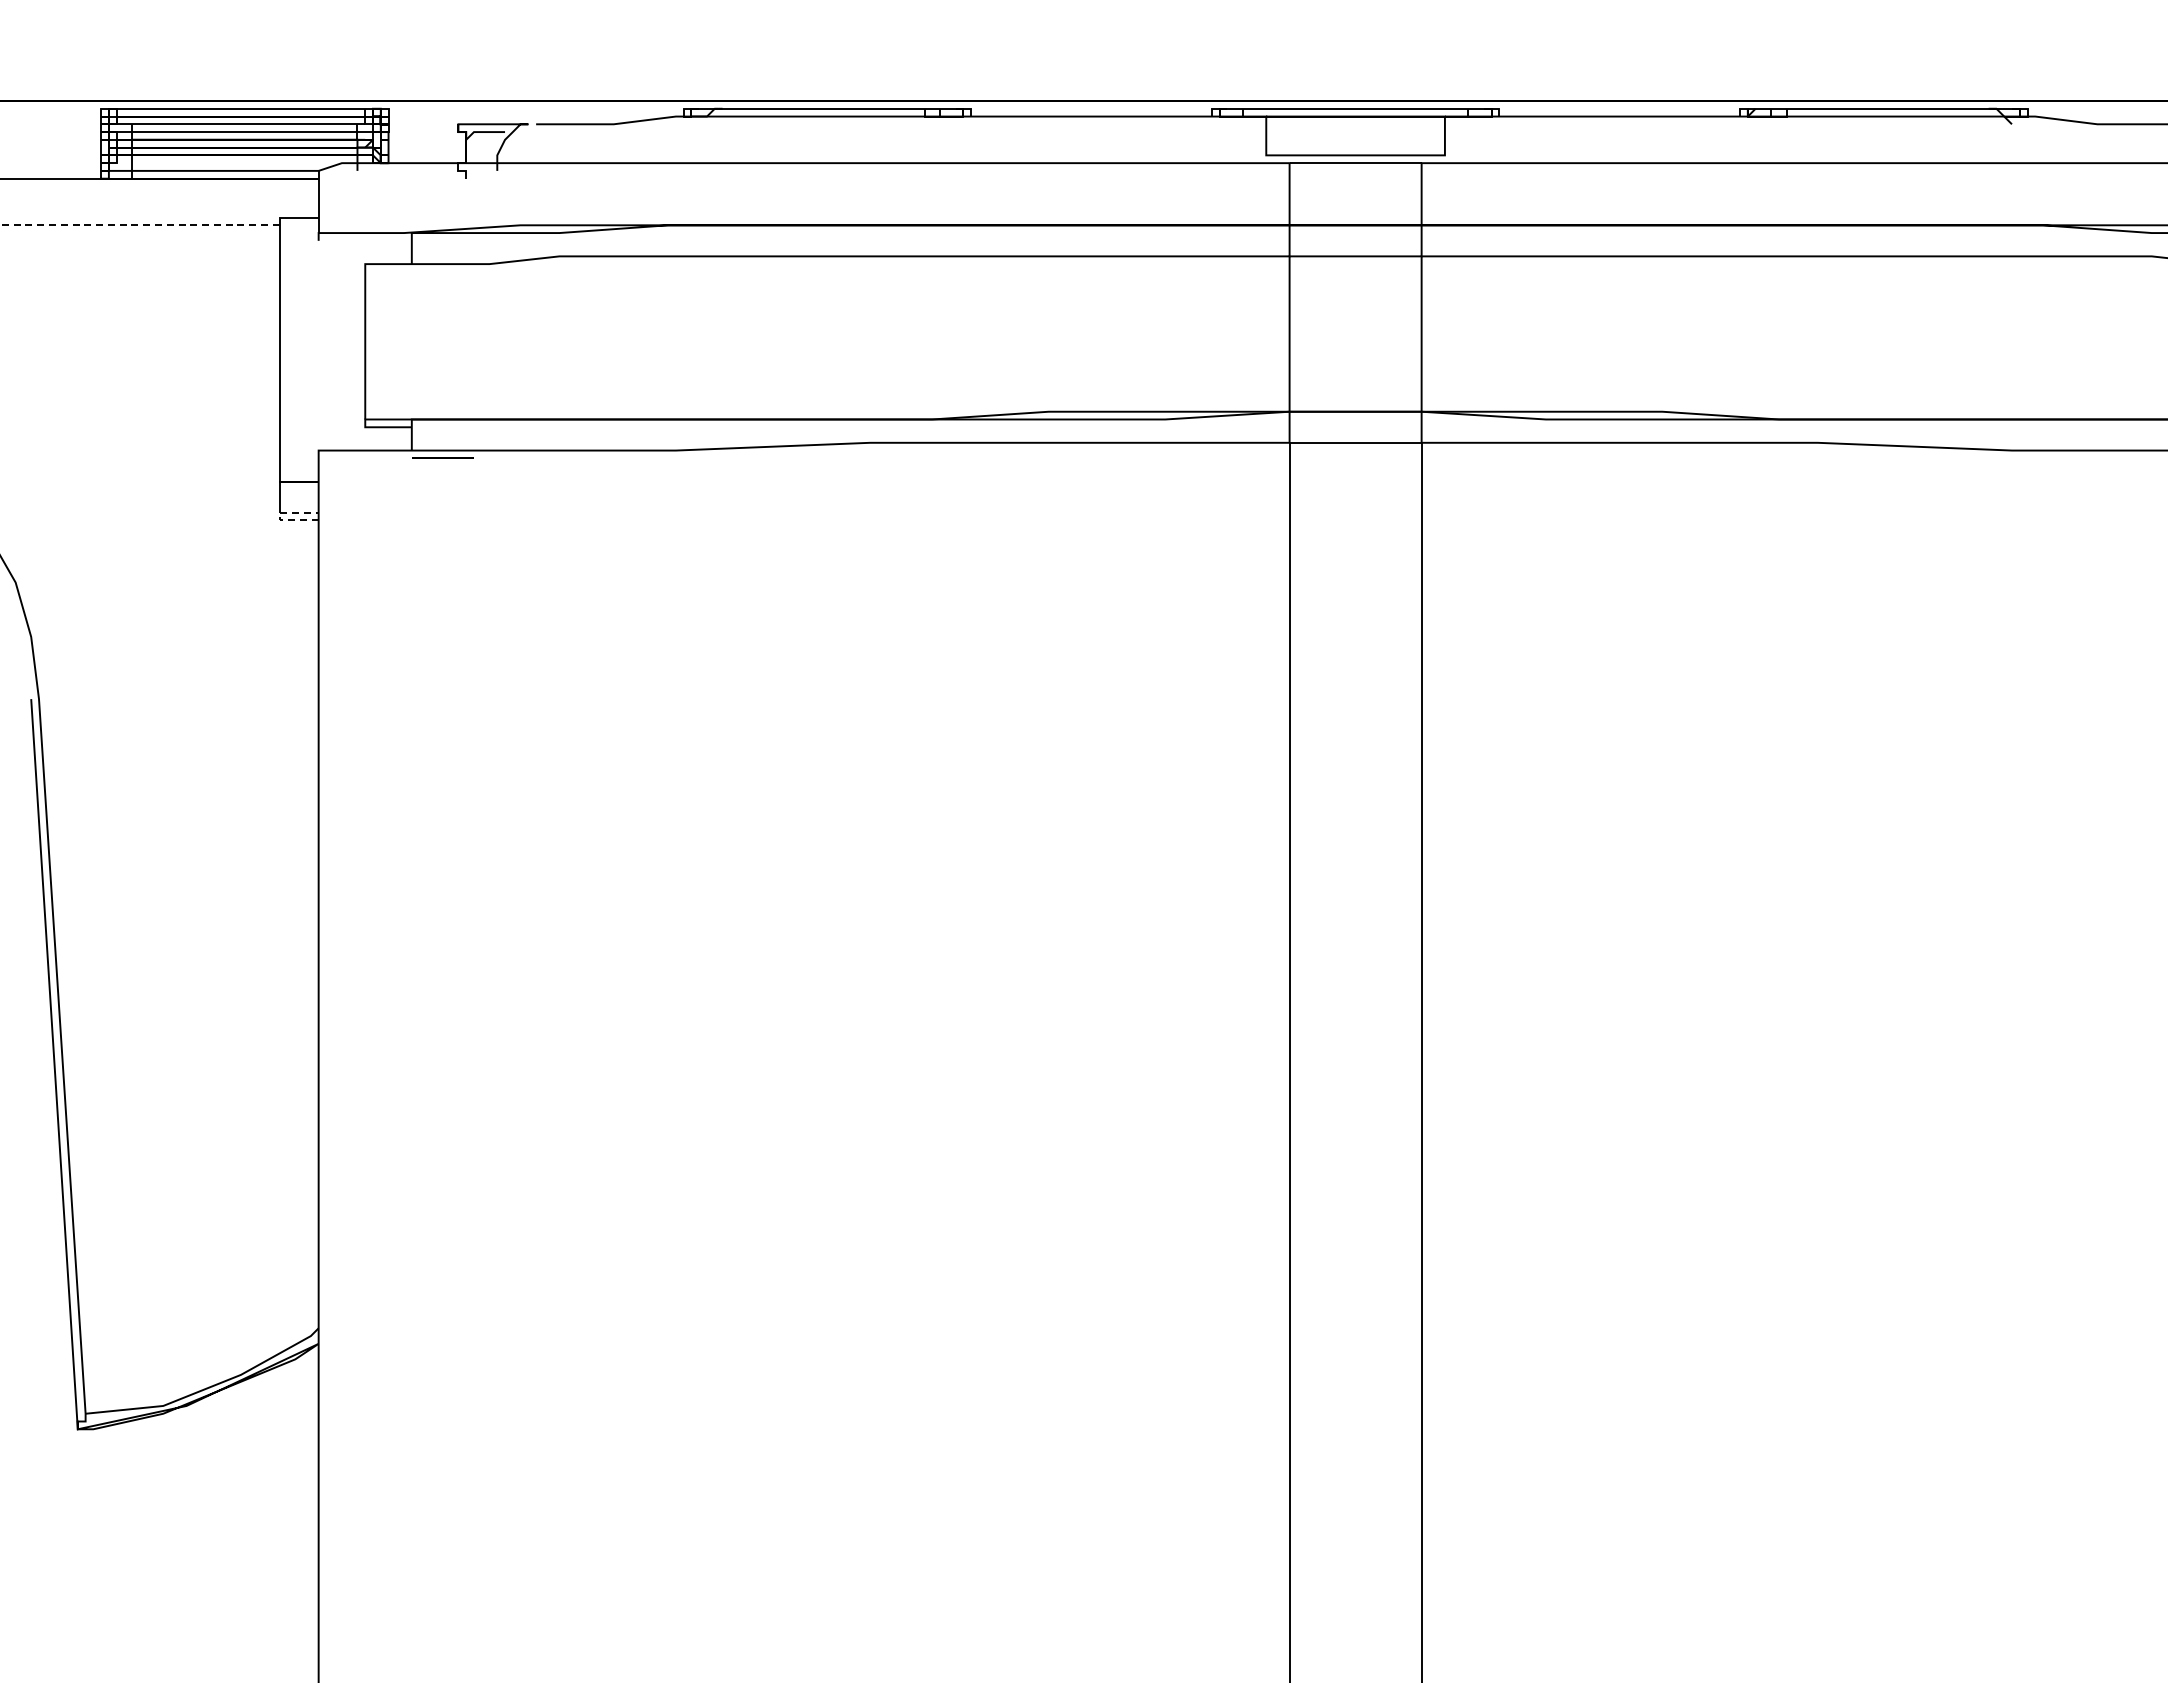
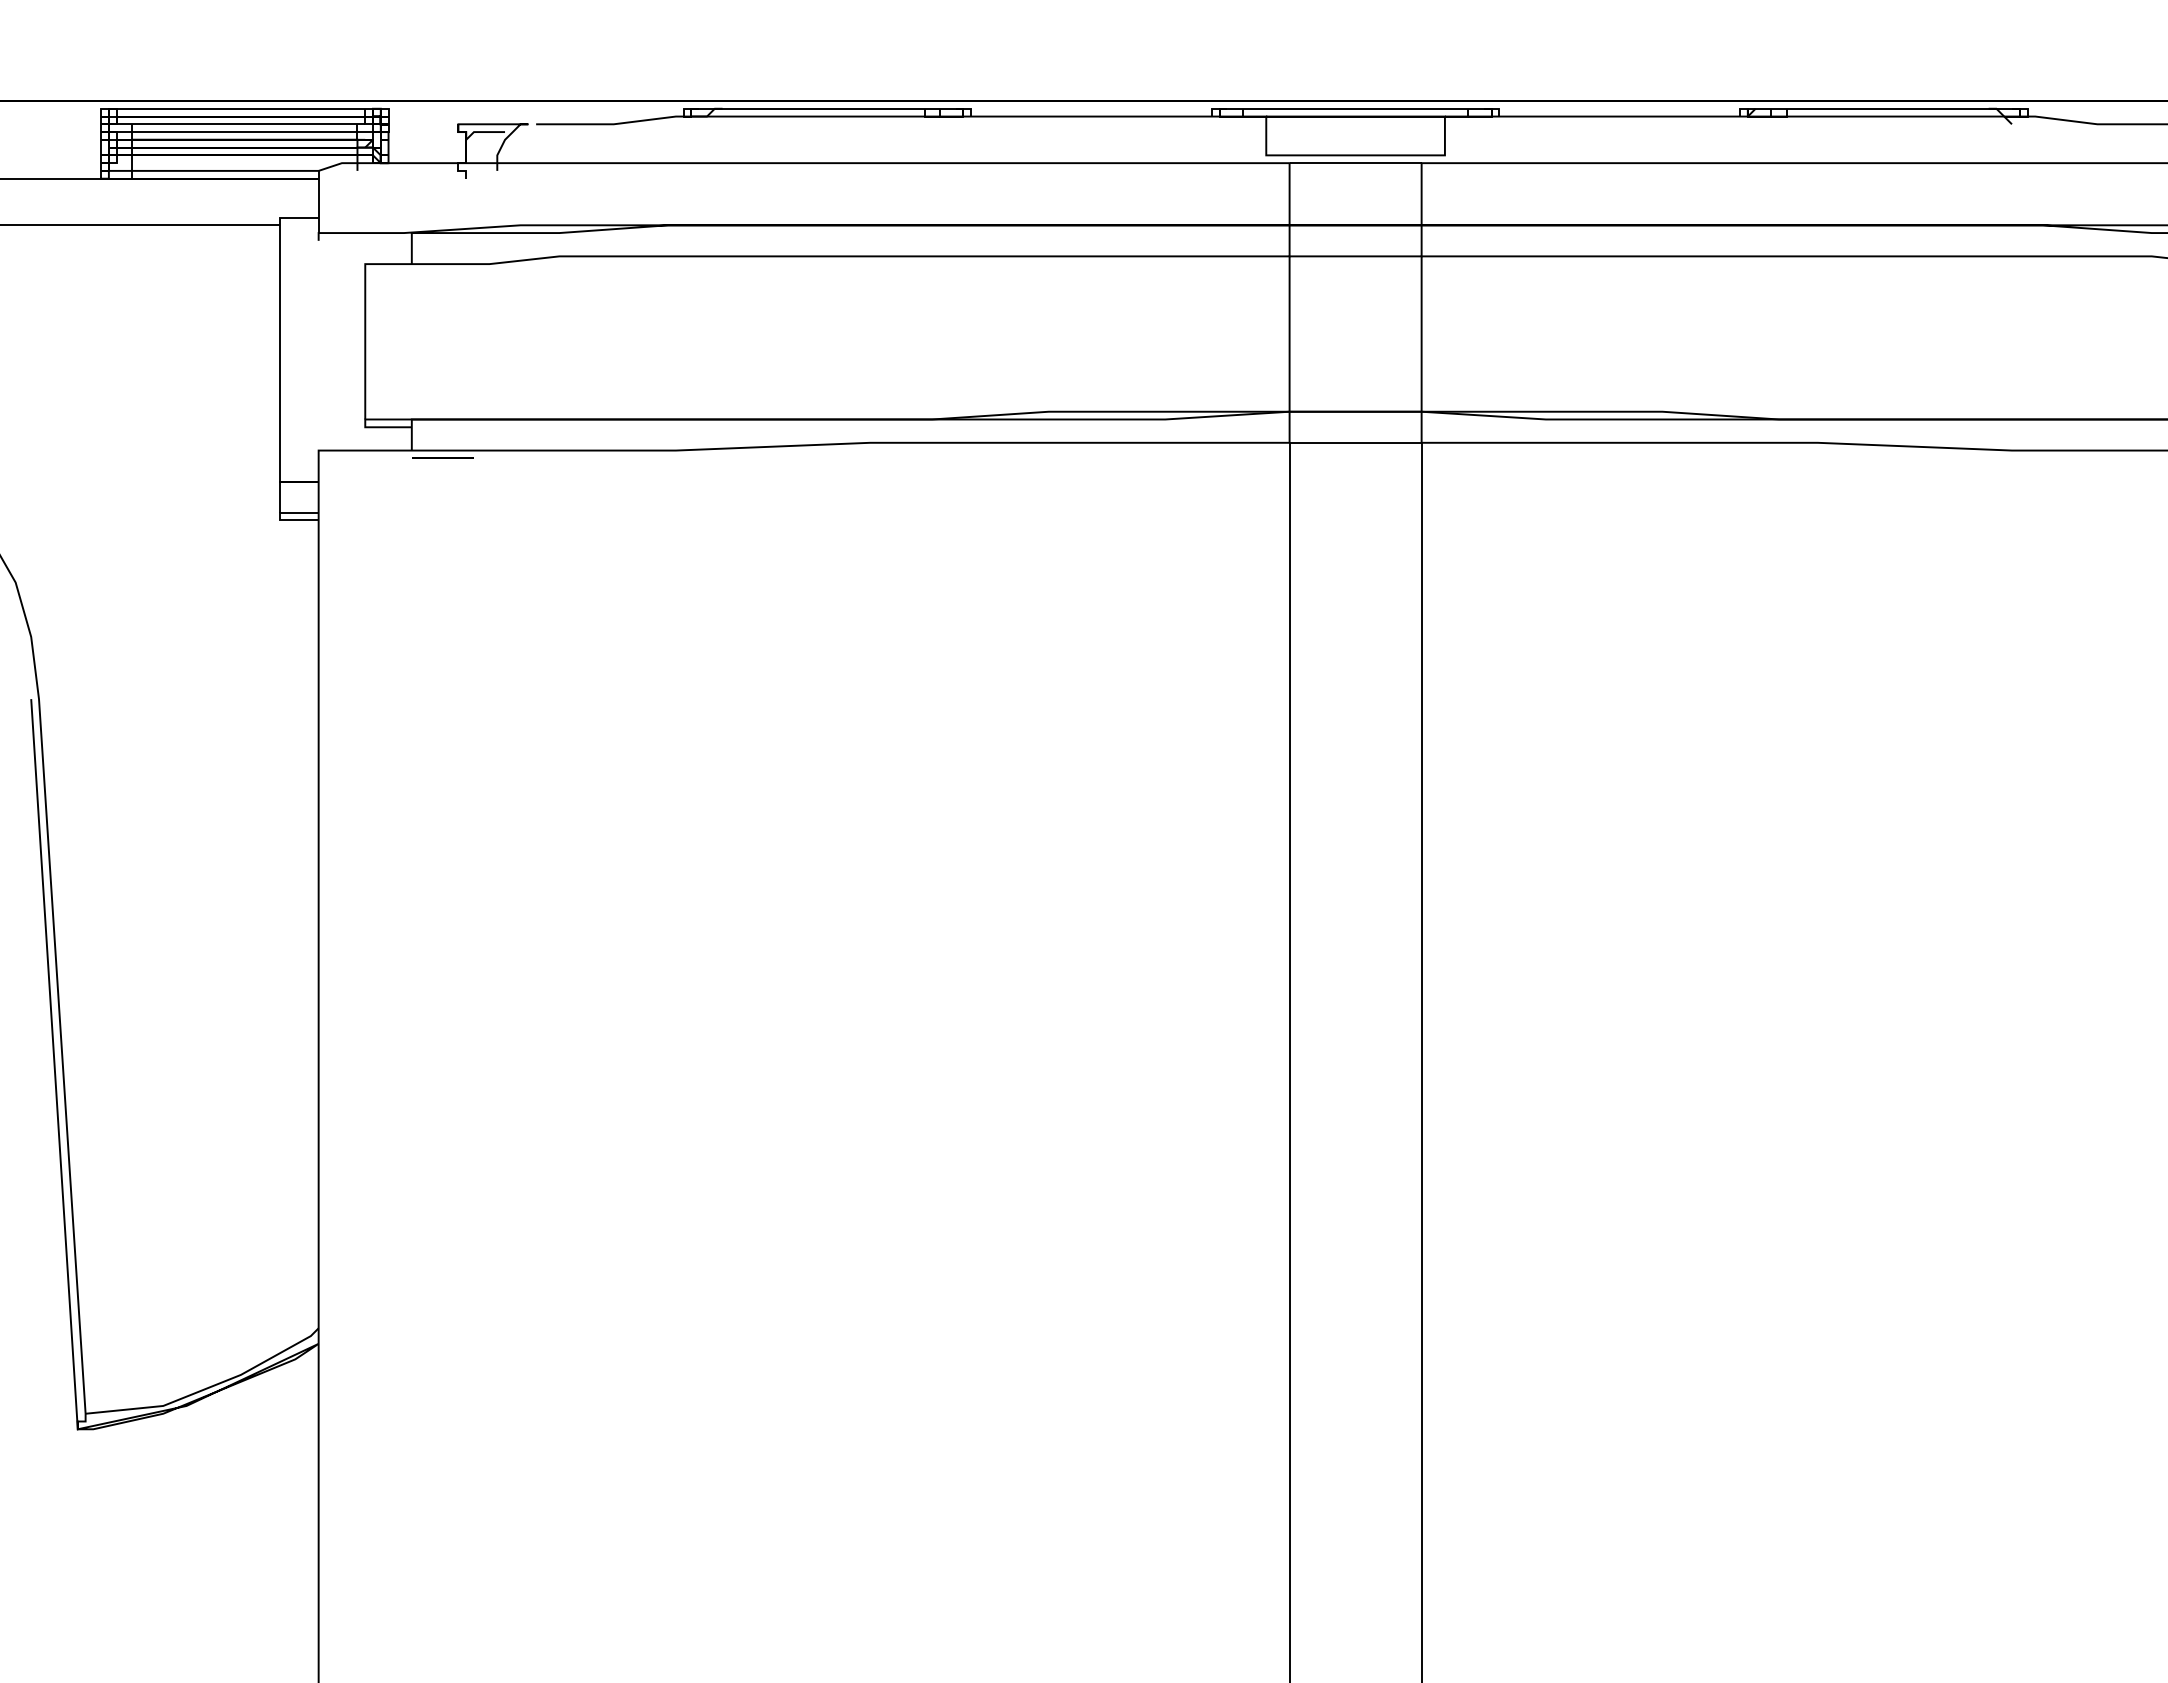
line at (139, 225): dashed -> solid
line at (279, 516): dashed -> solid
